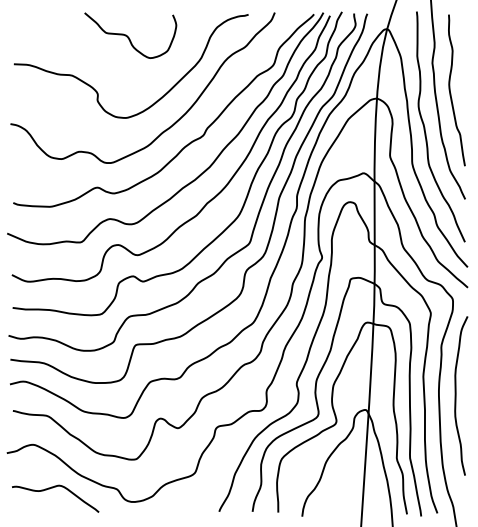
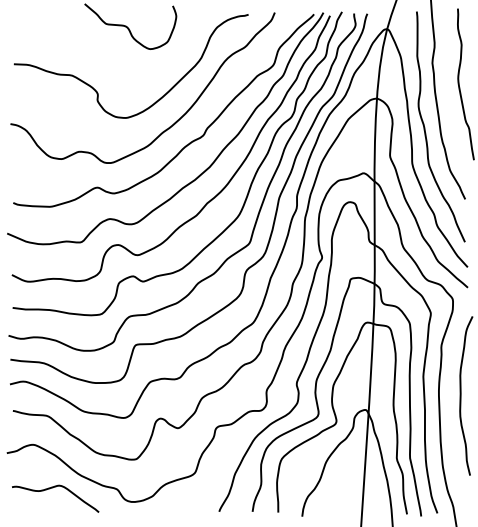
curve at (128, 36) position: (128, 36) -> (128, 27)
curve at (451, 93) position: (451, 93) -> (460, 87)
curve at (456, 395) position: (456, 395) -> (461, 395)
